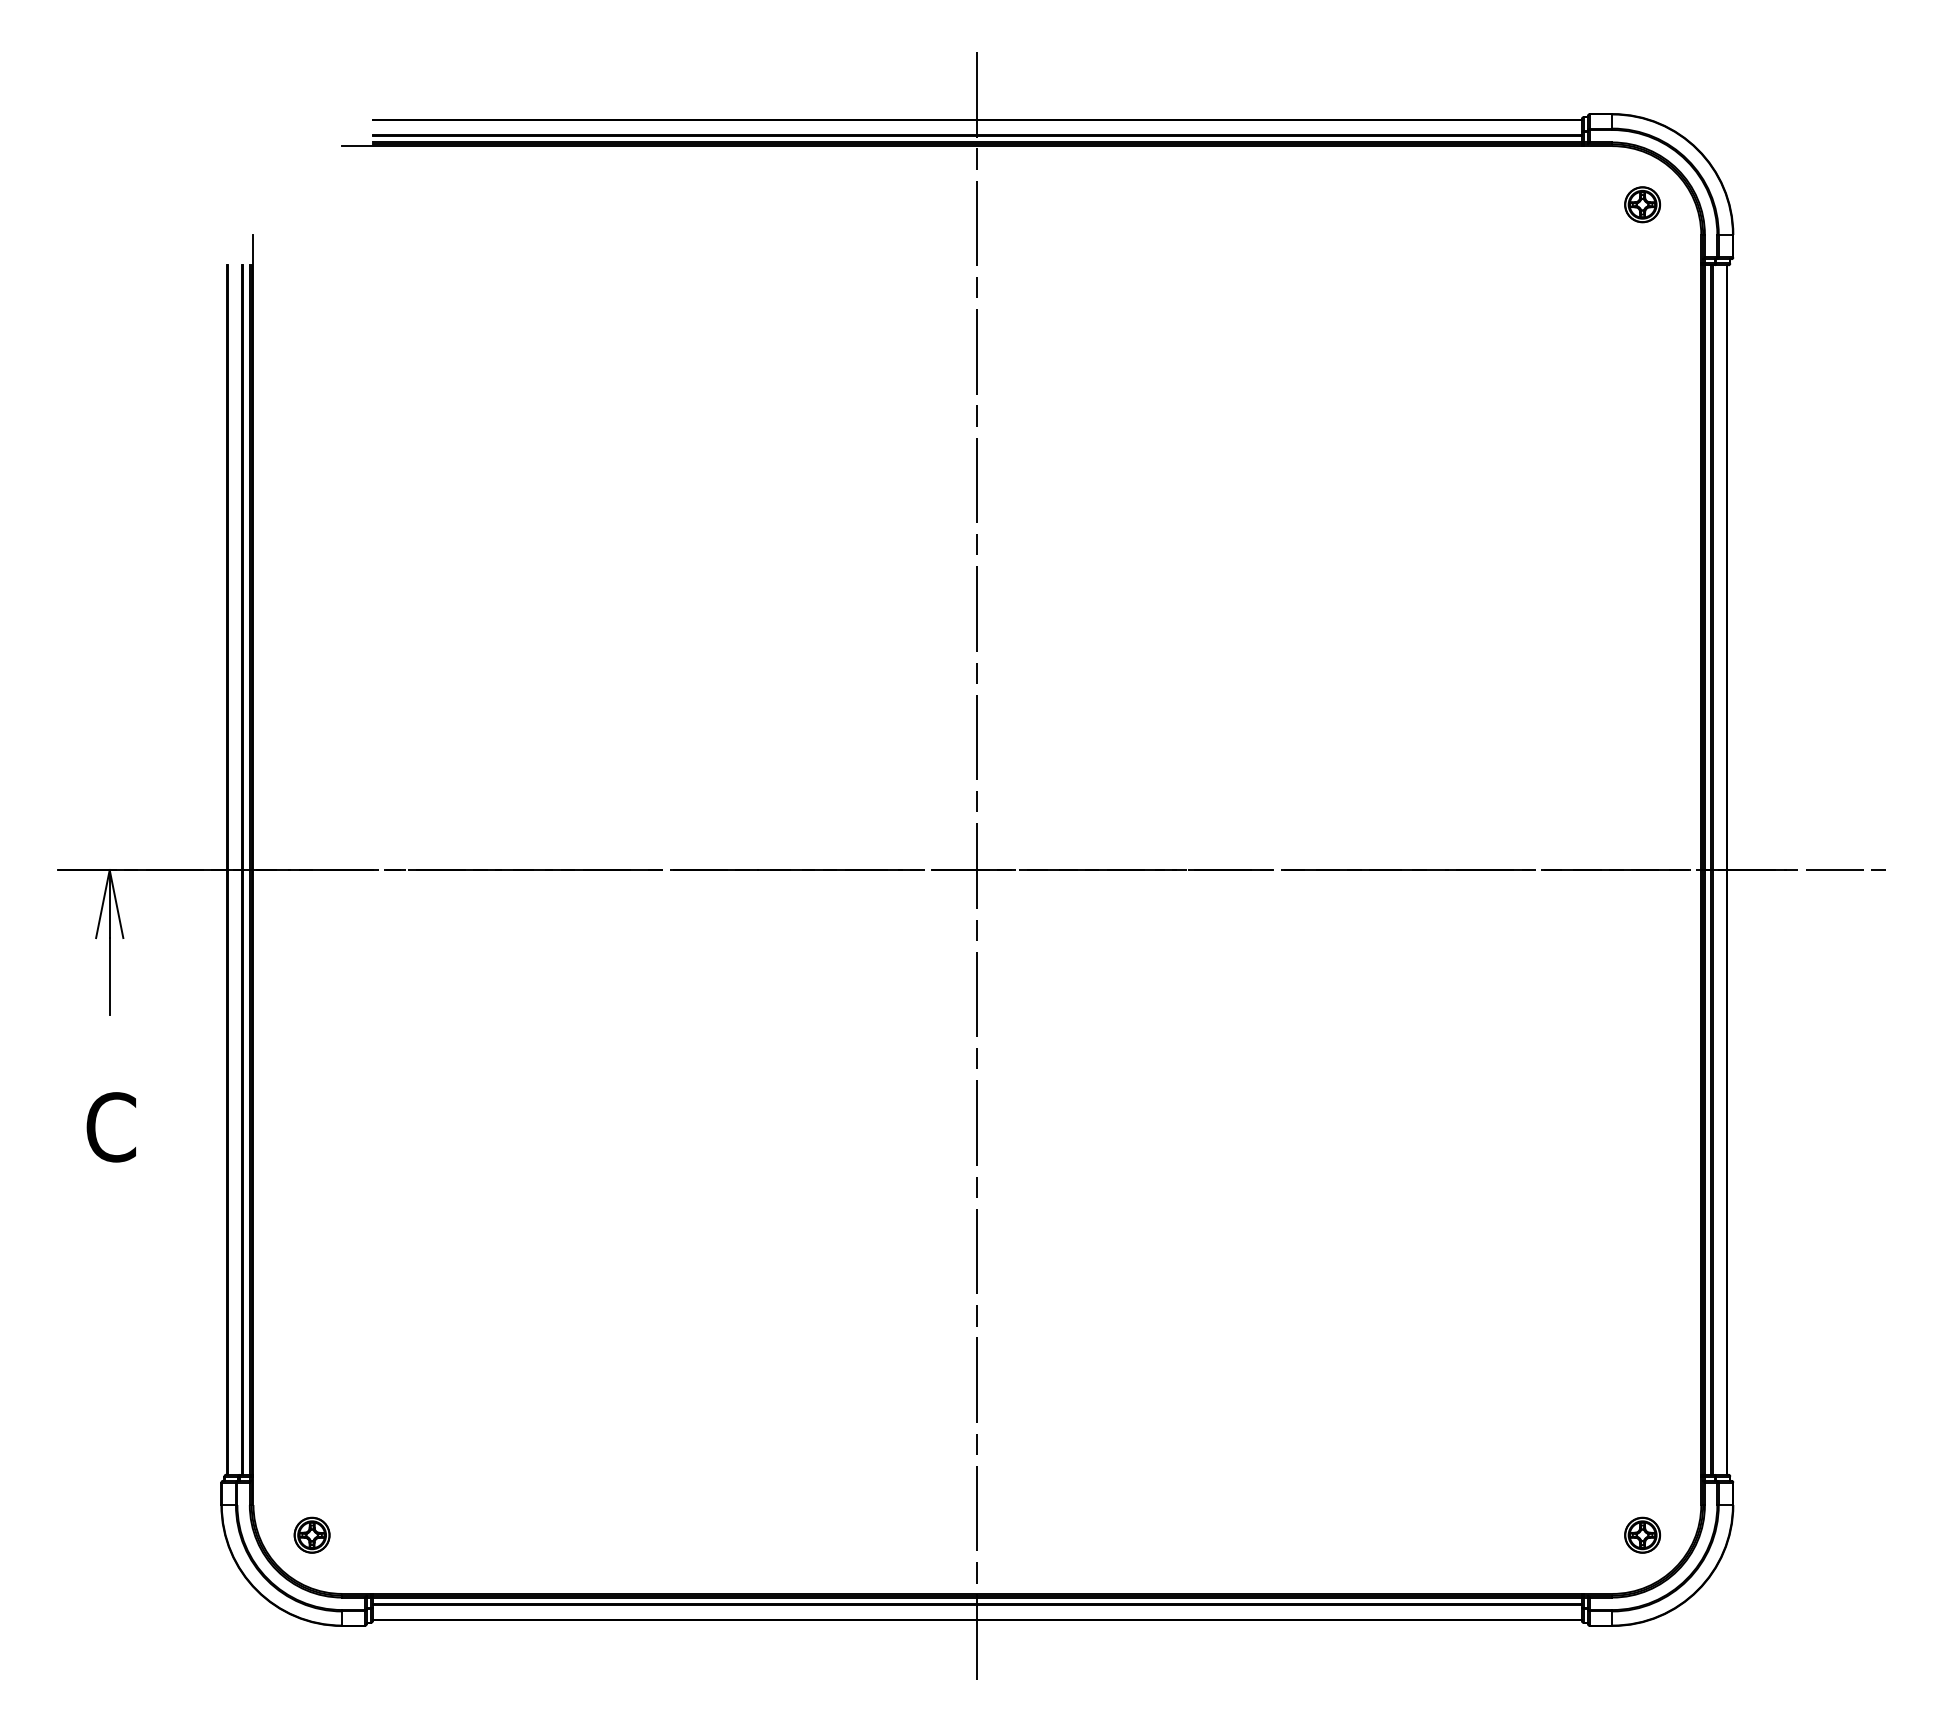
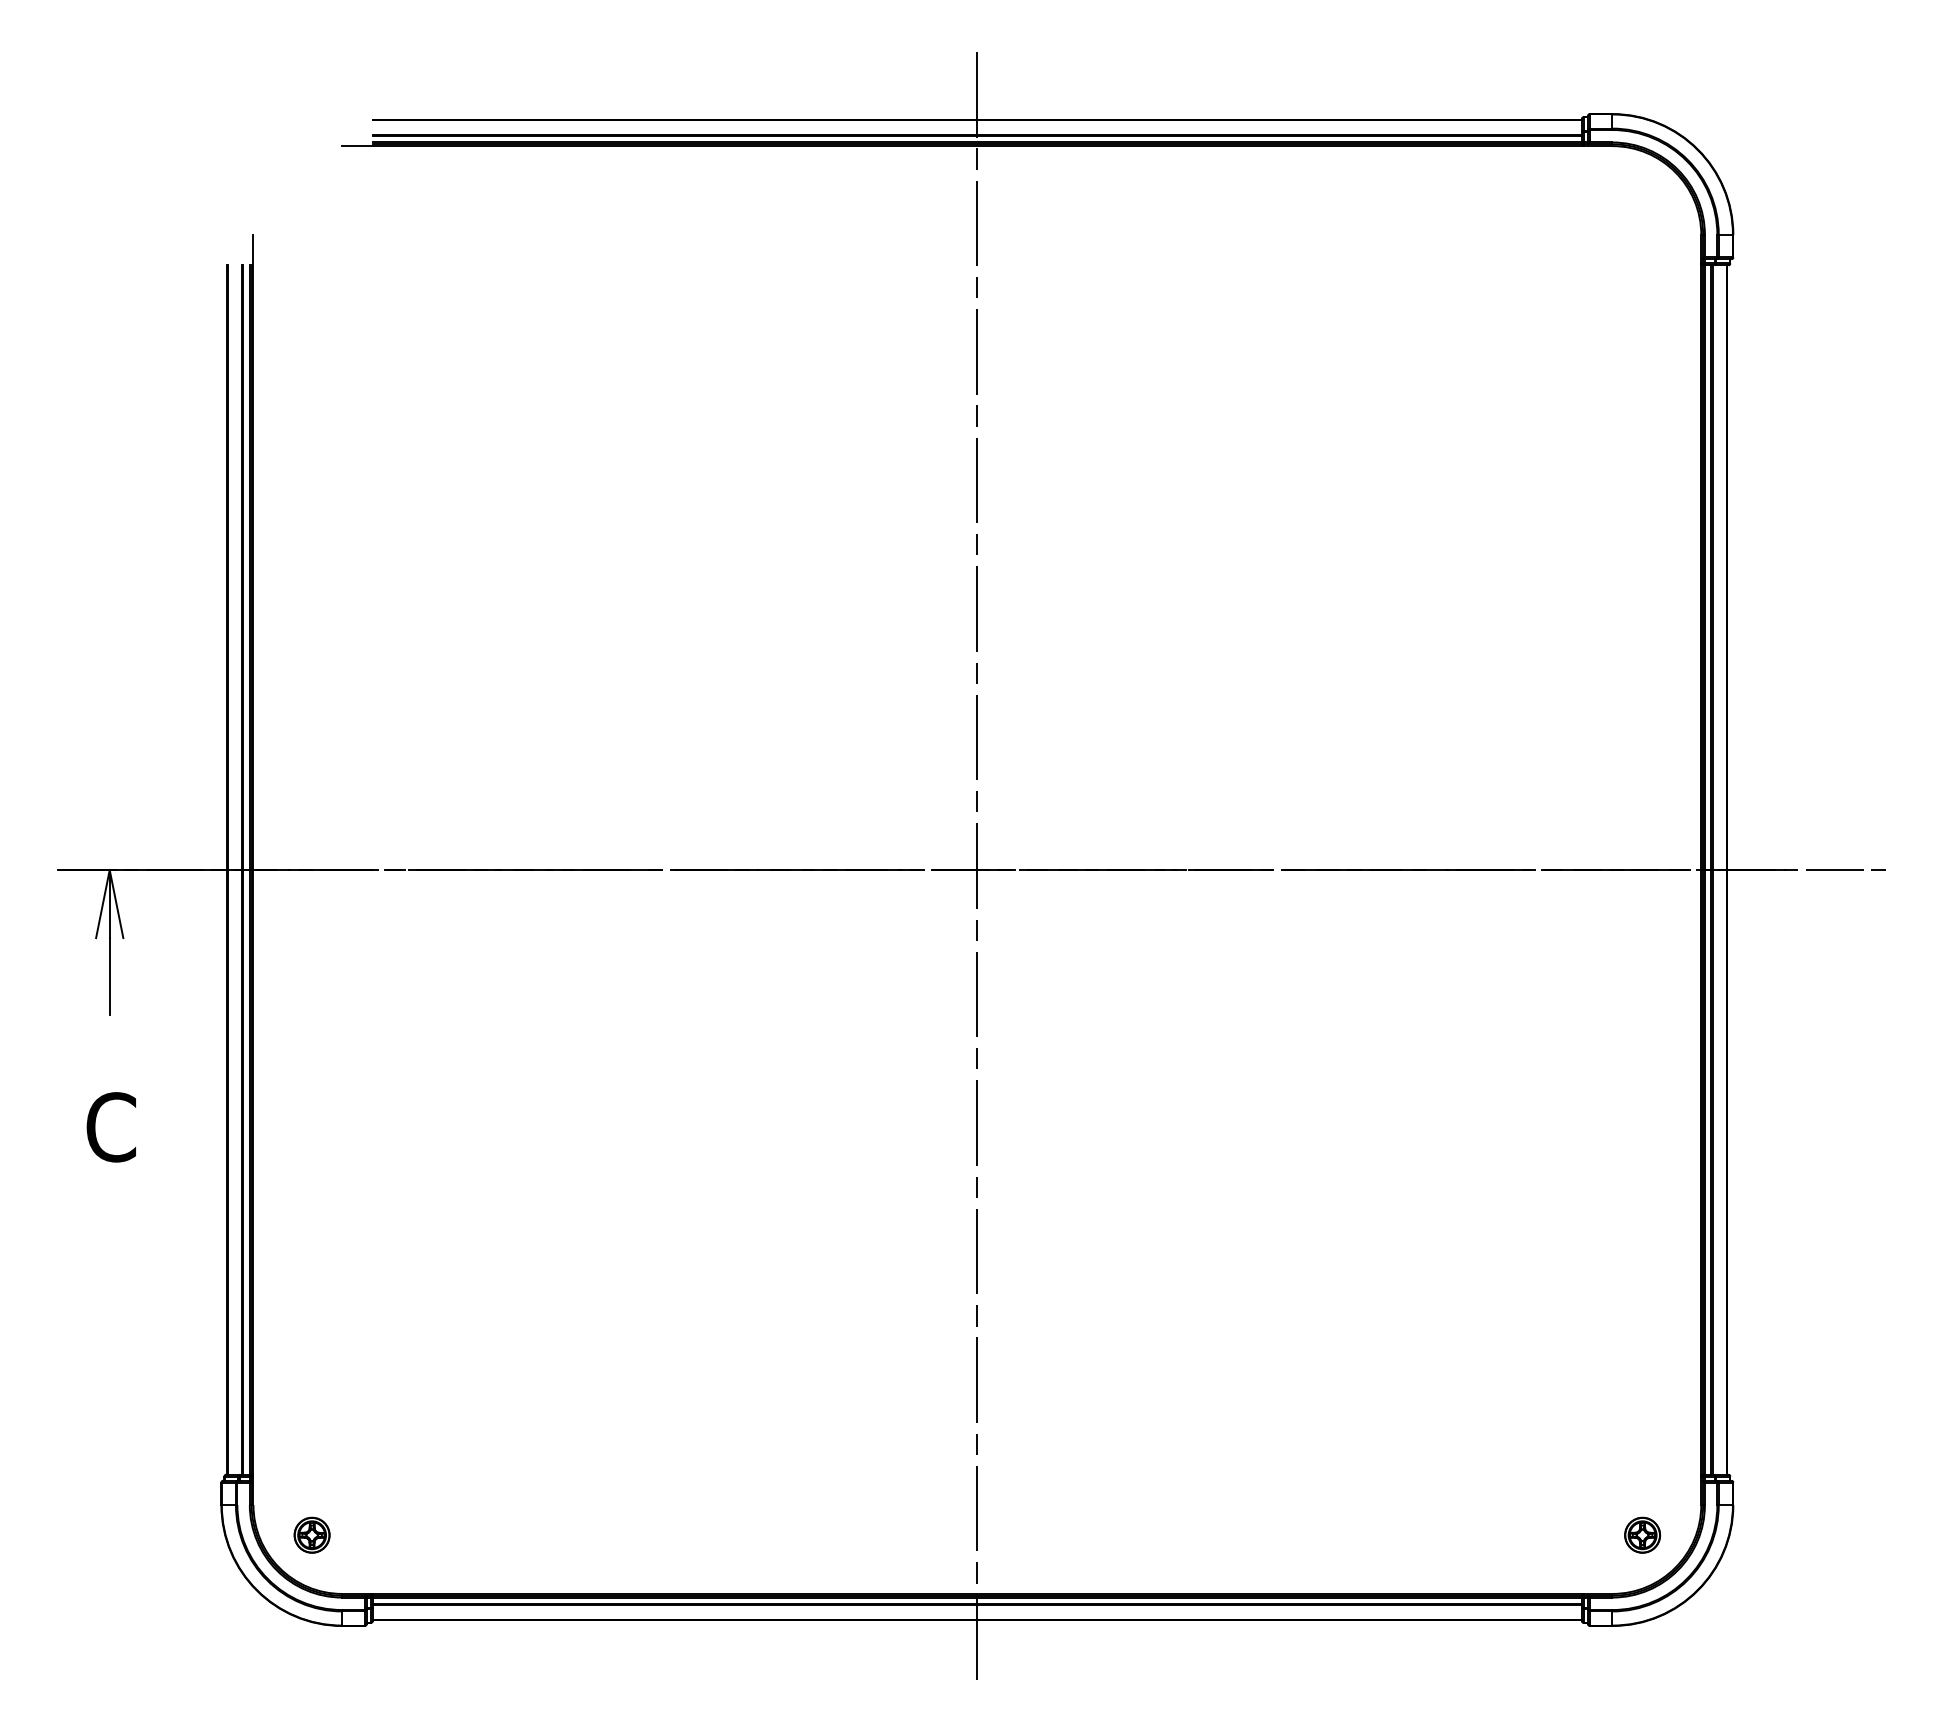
part at (1642, 204): present -> none
